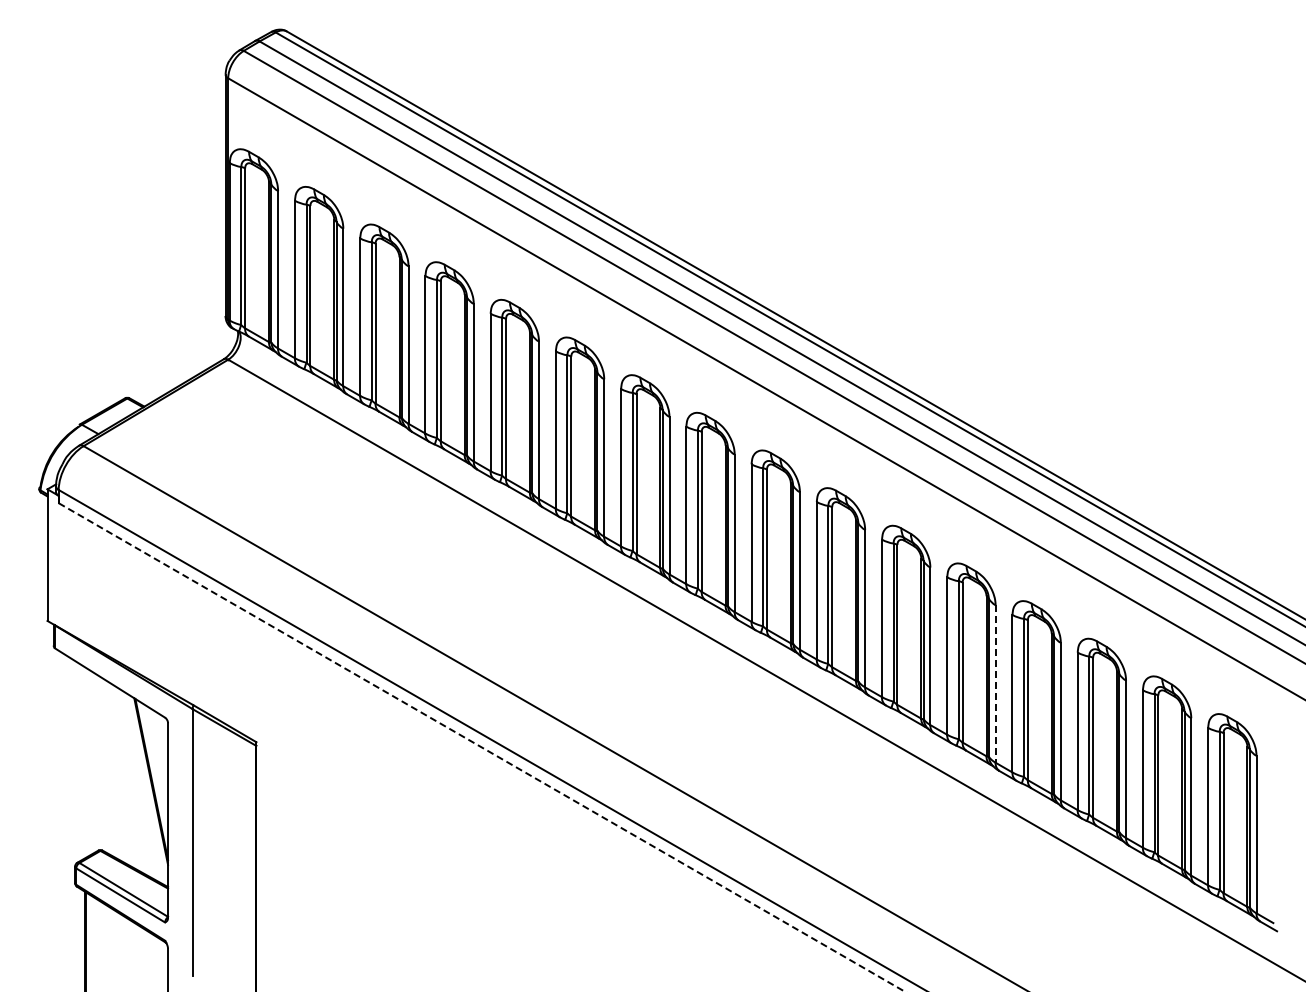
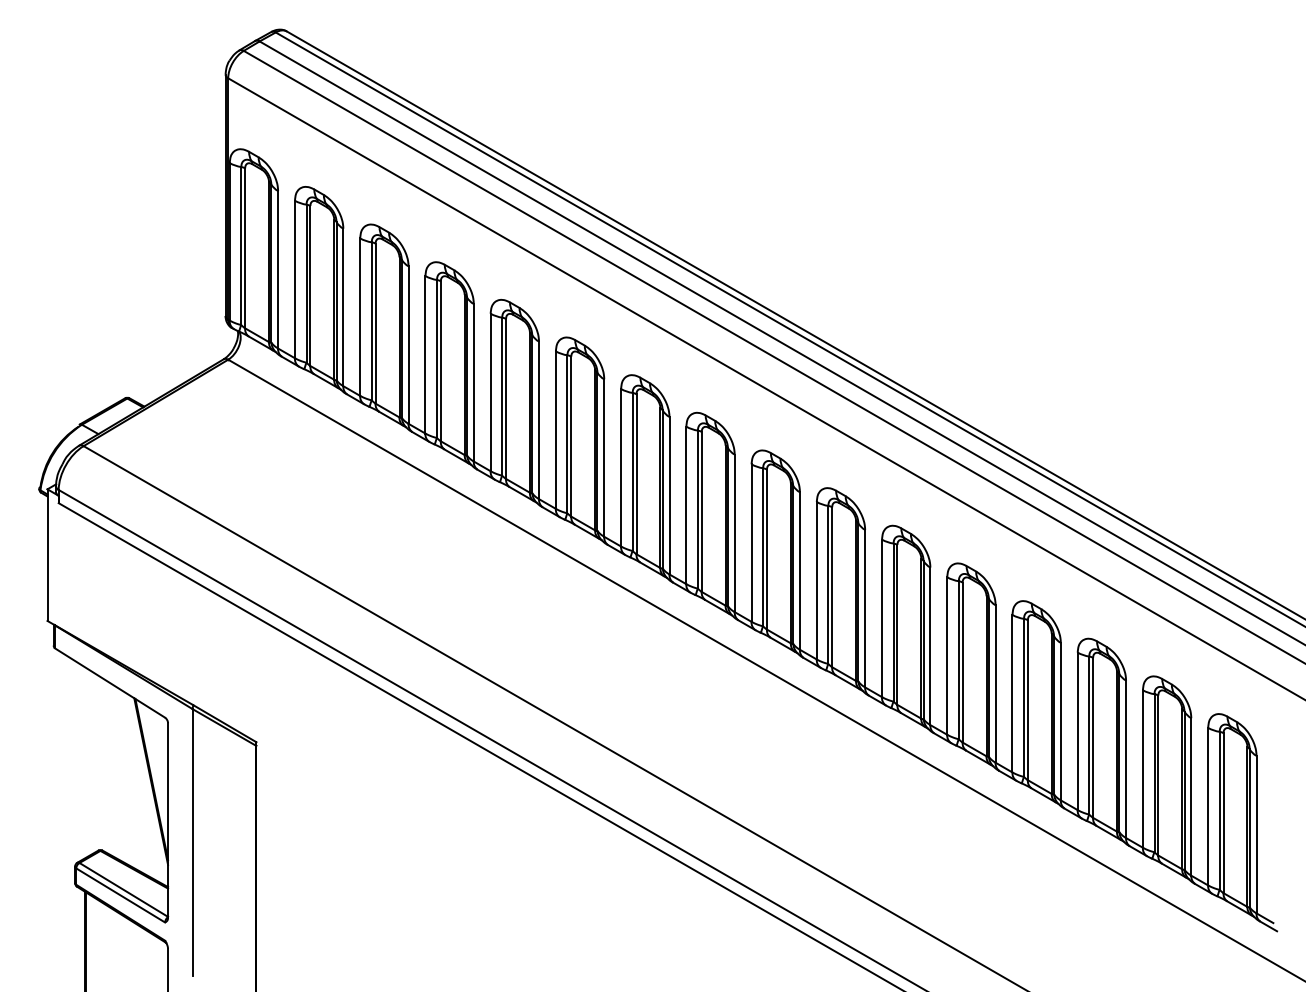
line at (995, 684): dashed -> solid
line at (482, 747): dashed -> solid
